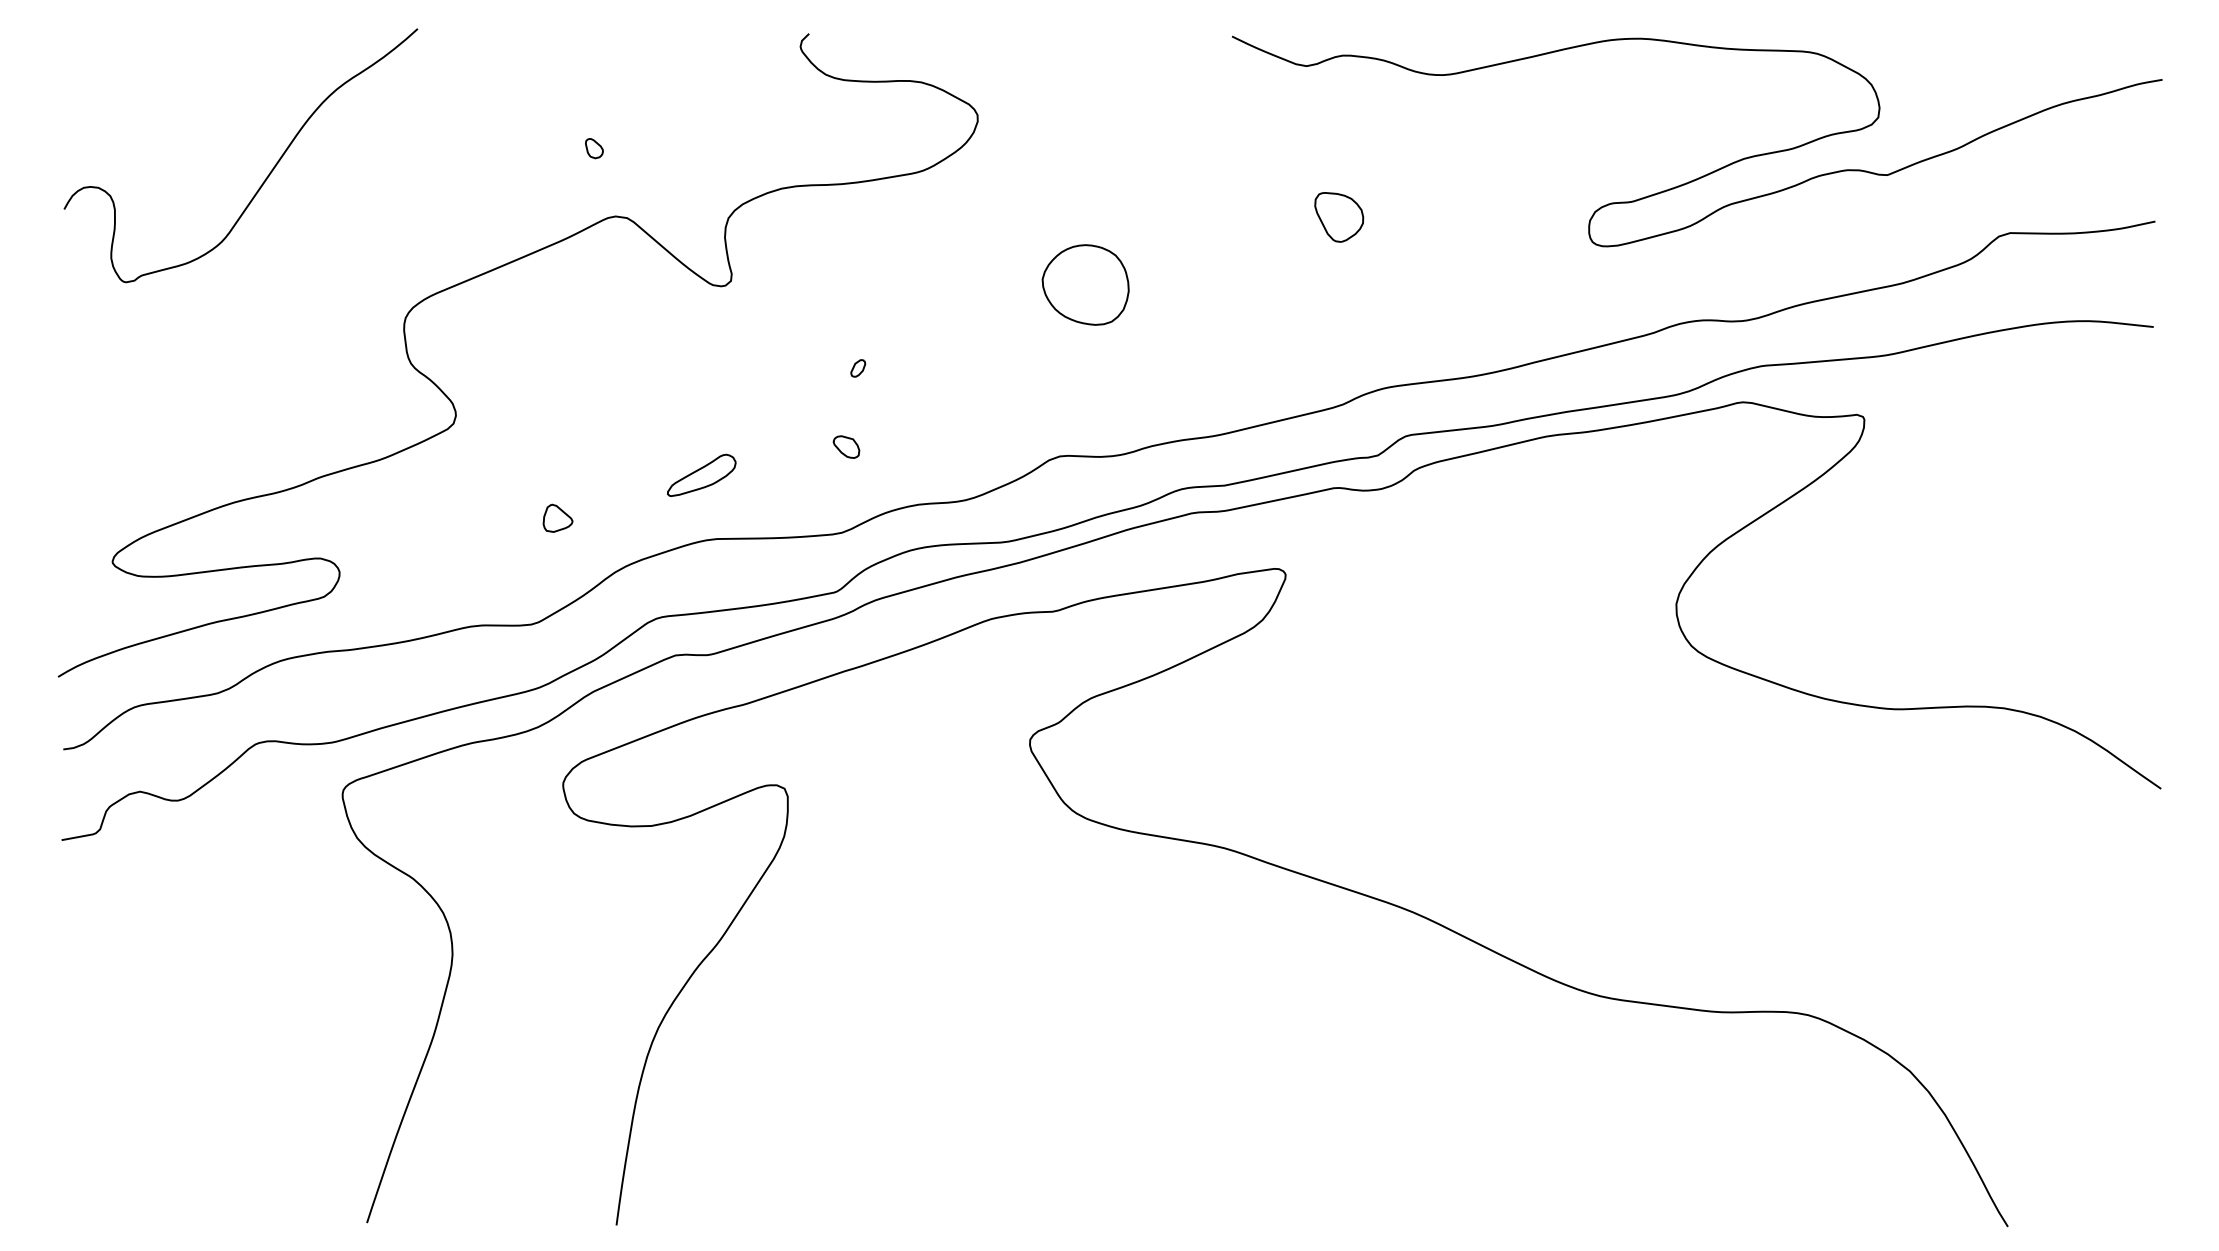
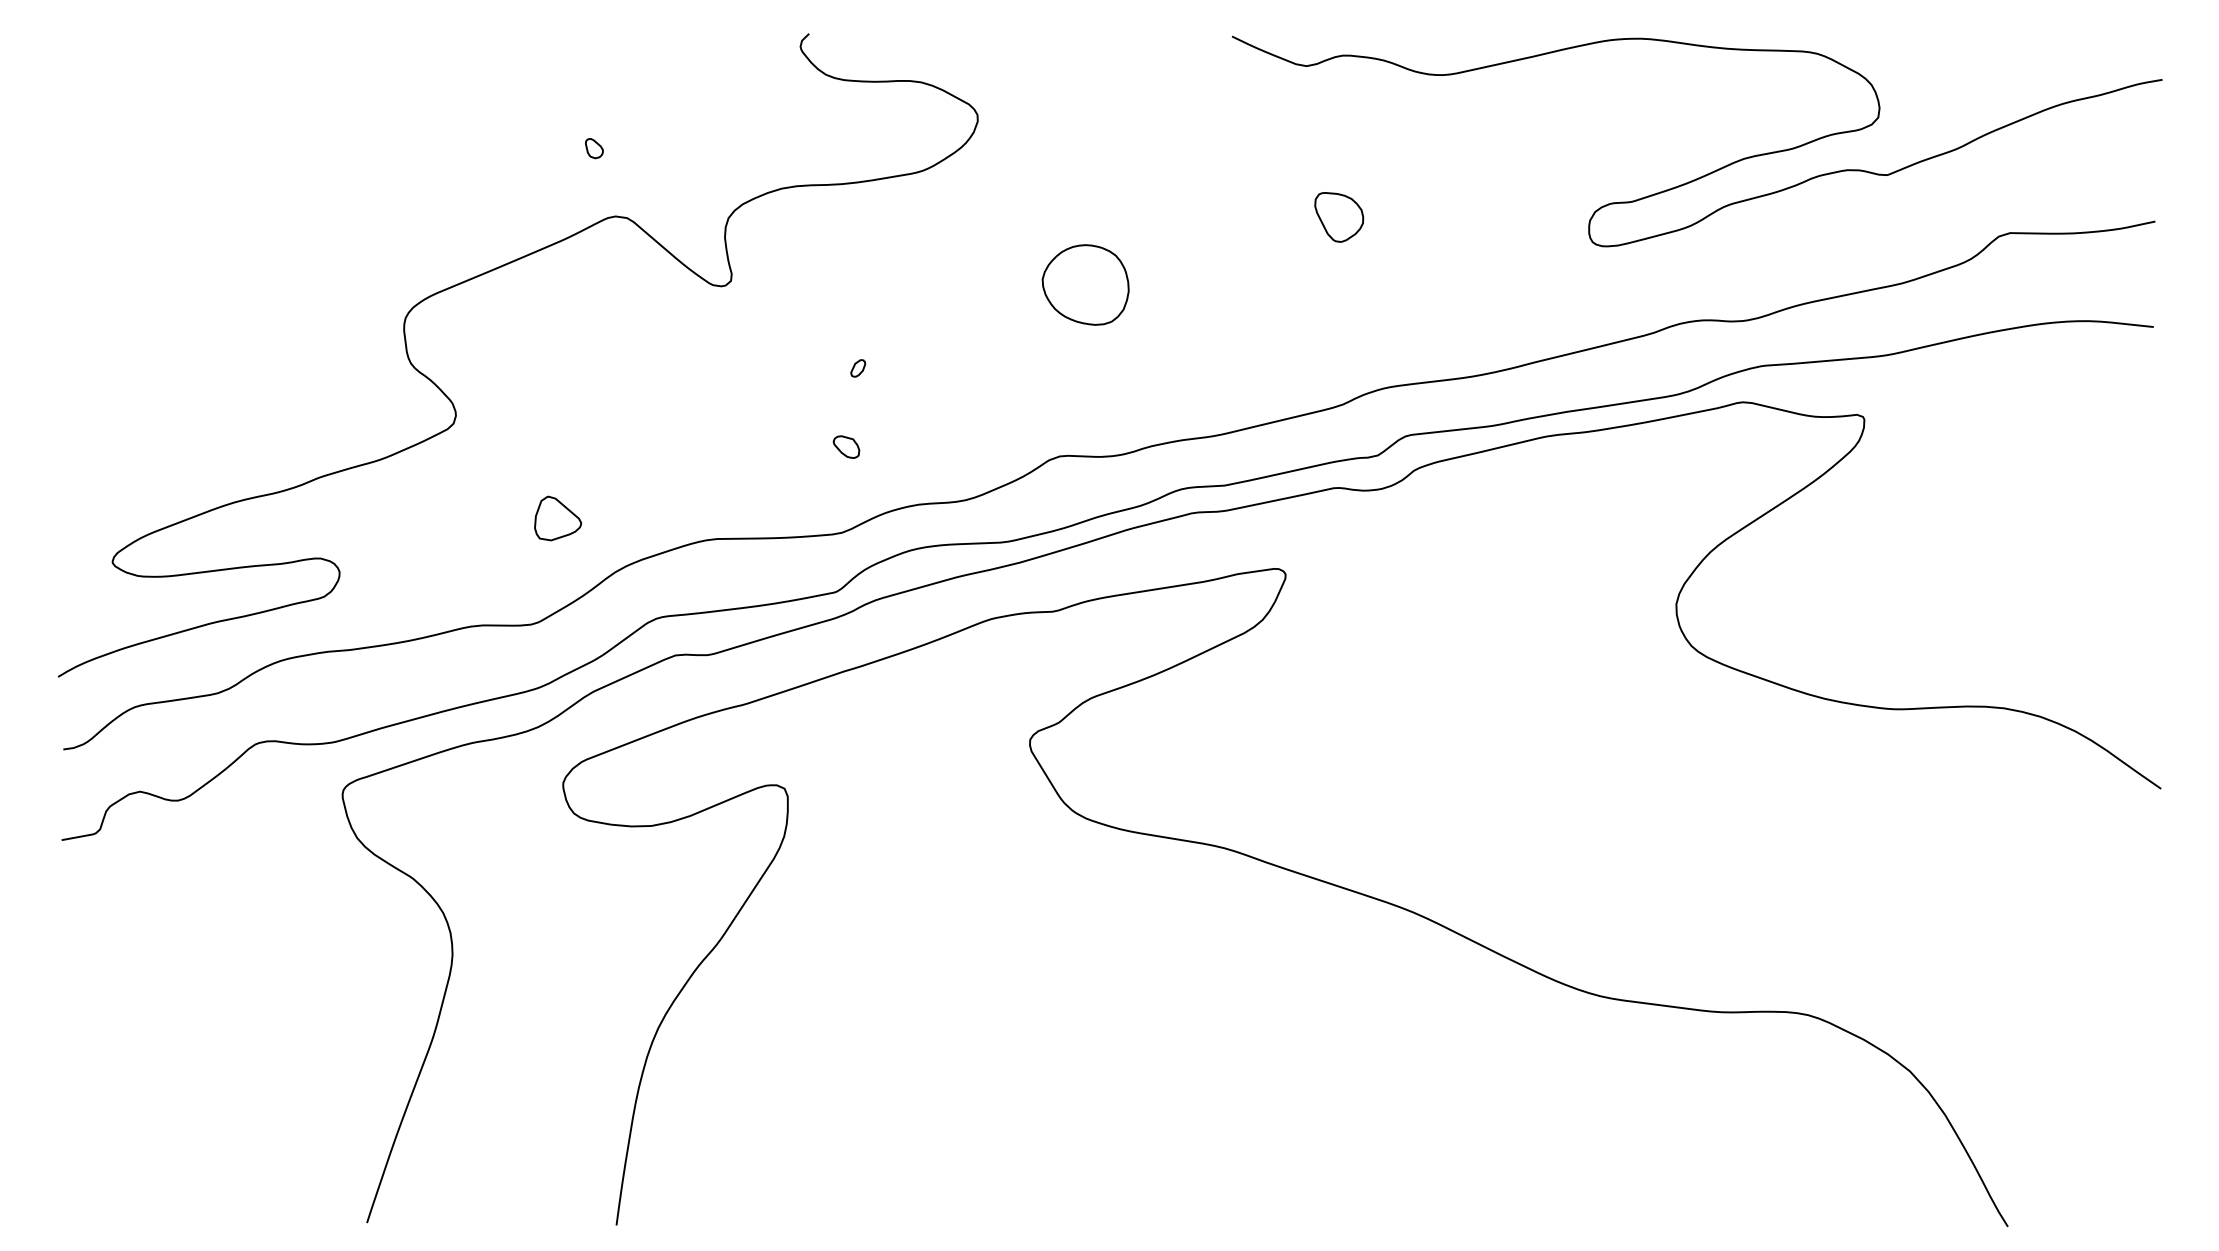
curve at (267, 175): present -> none
part at (701, 474): present -> none
part at (557, 517) size: 32x30 px -> 49x47 px
